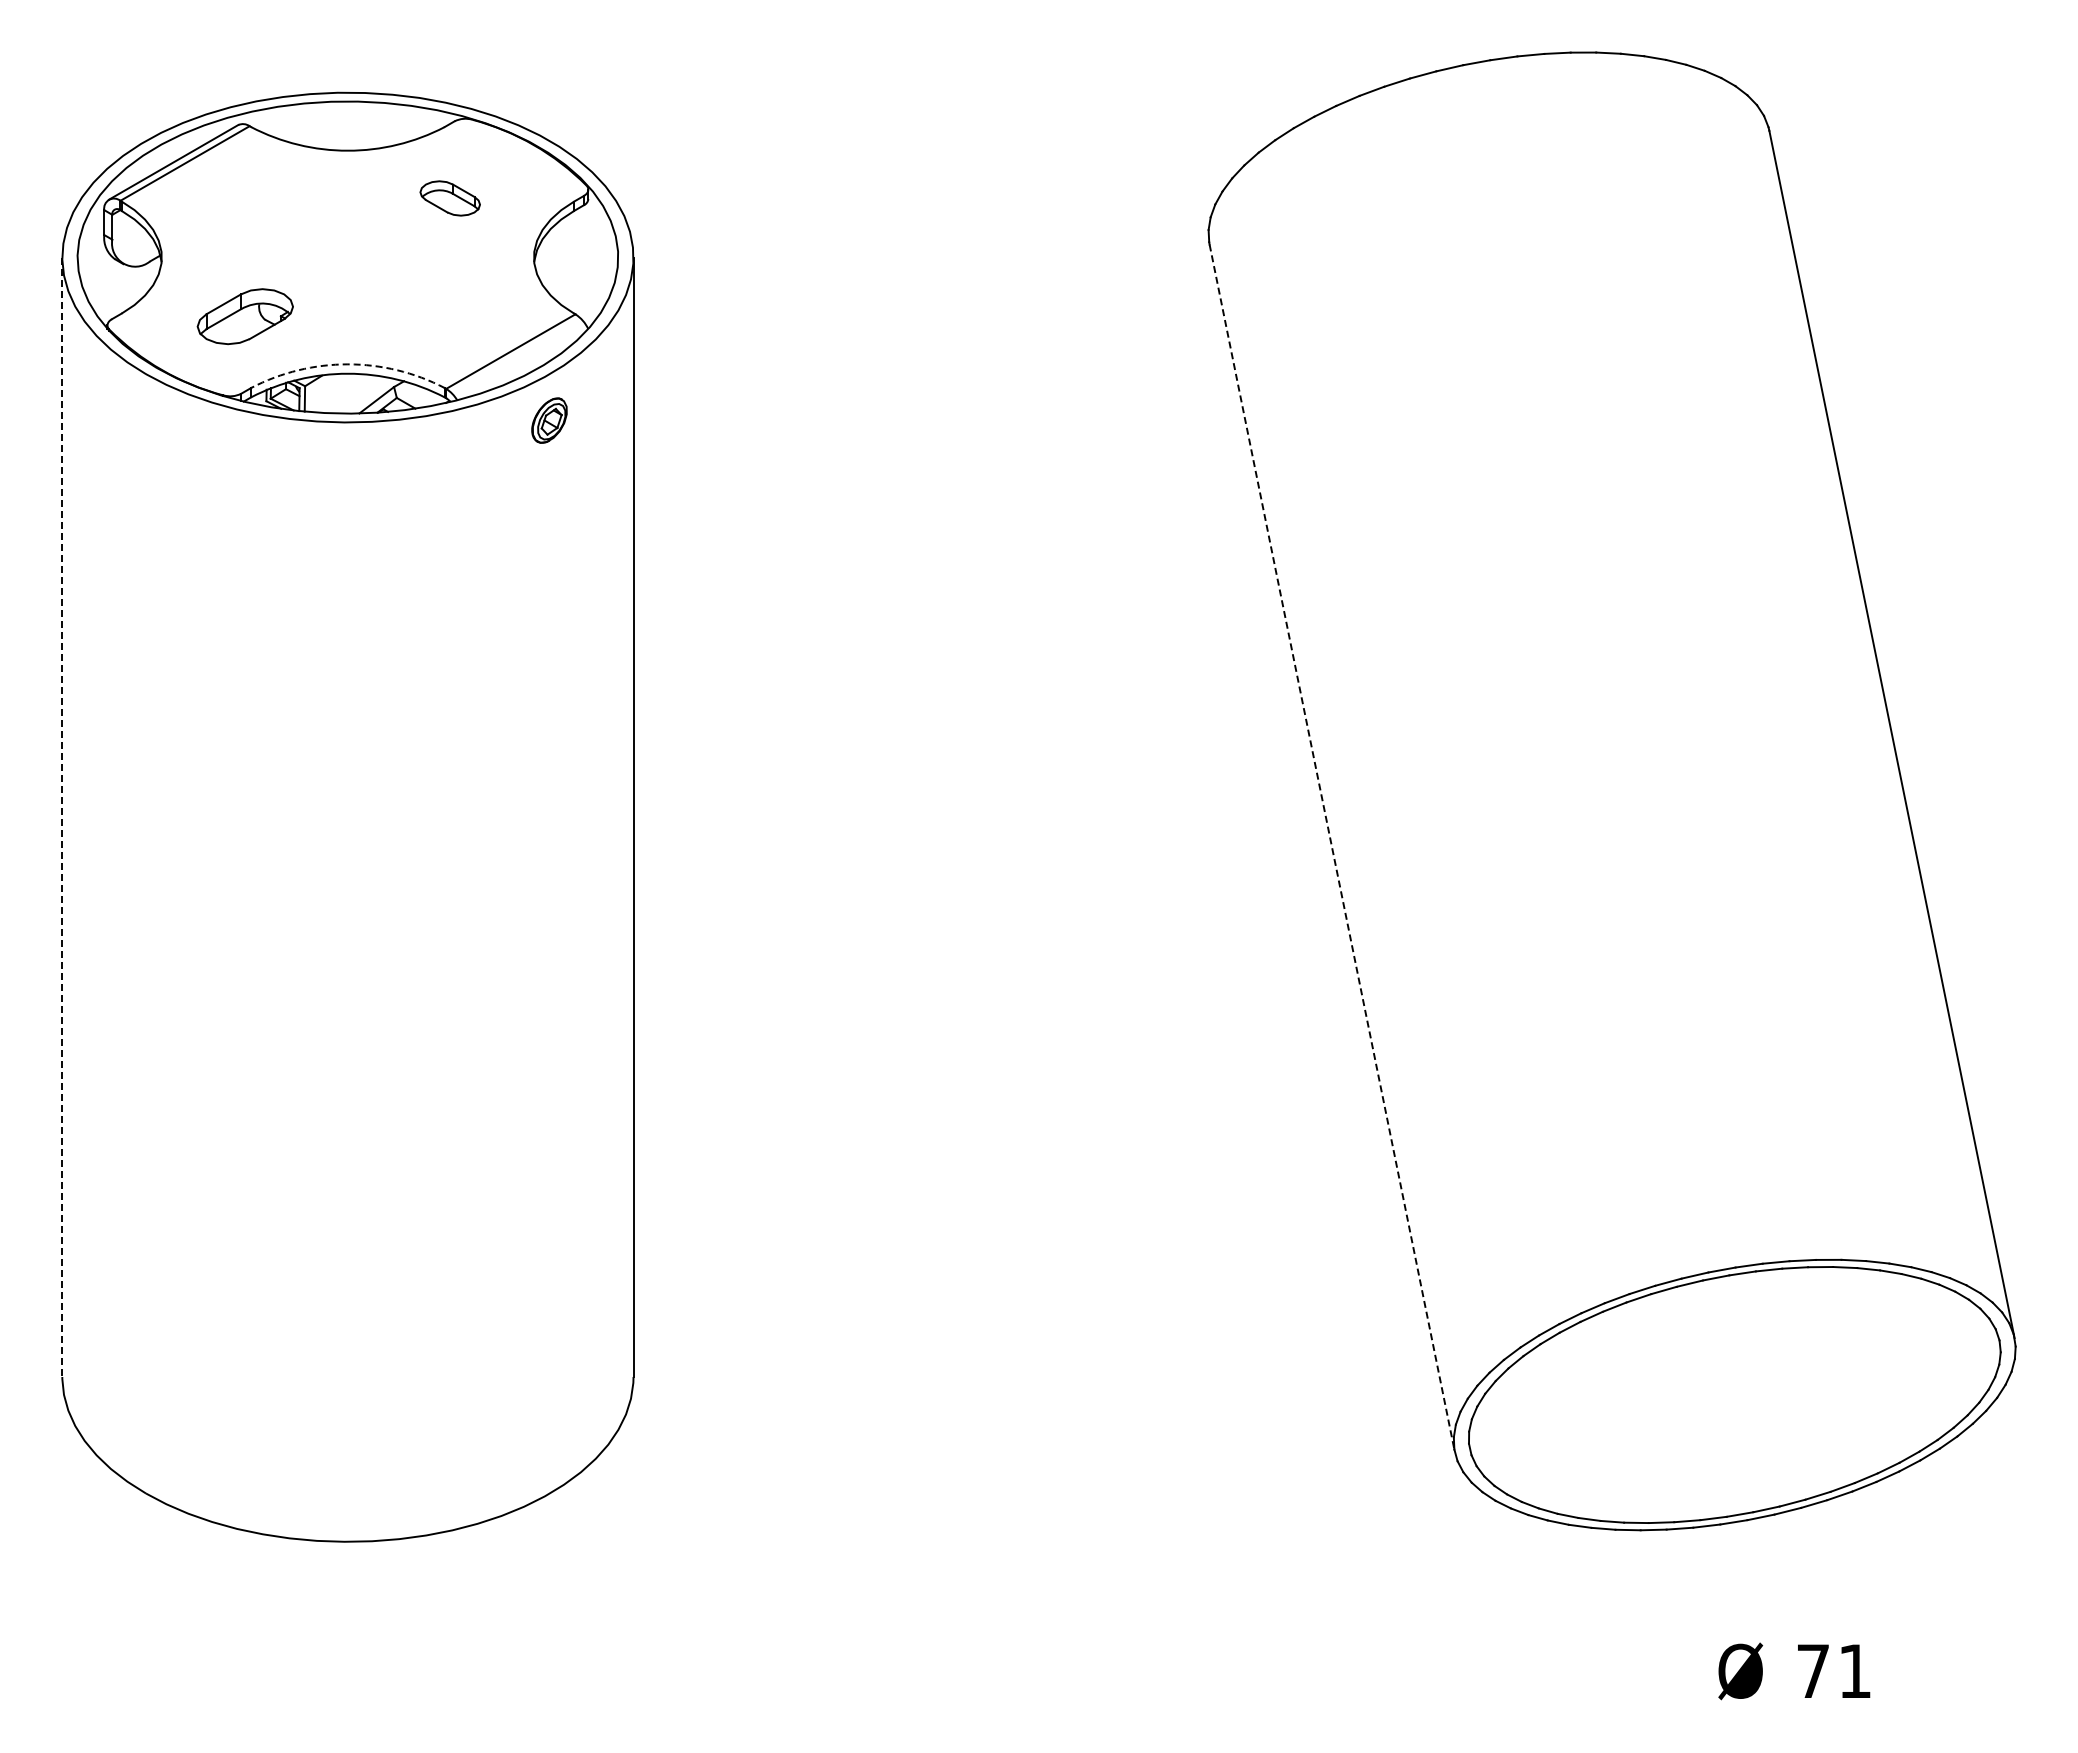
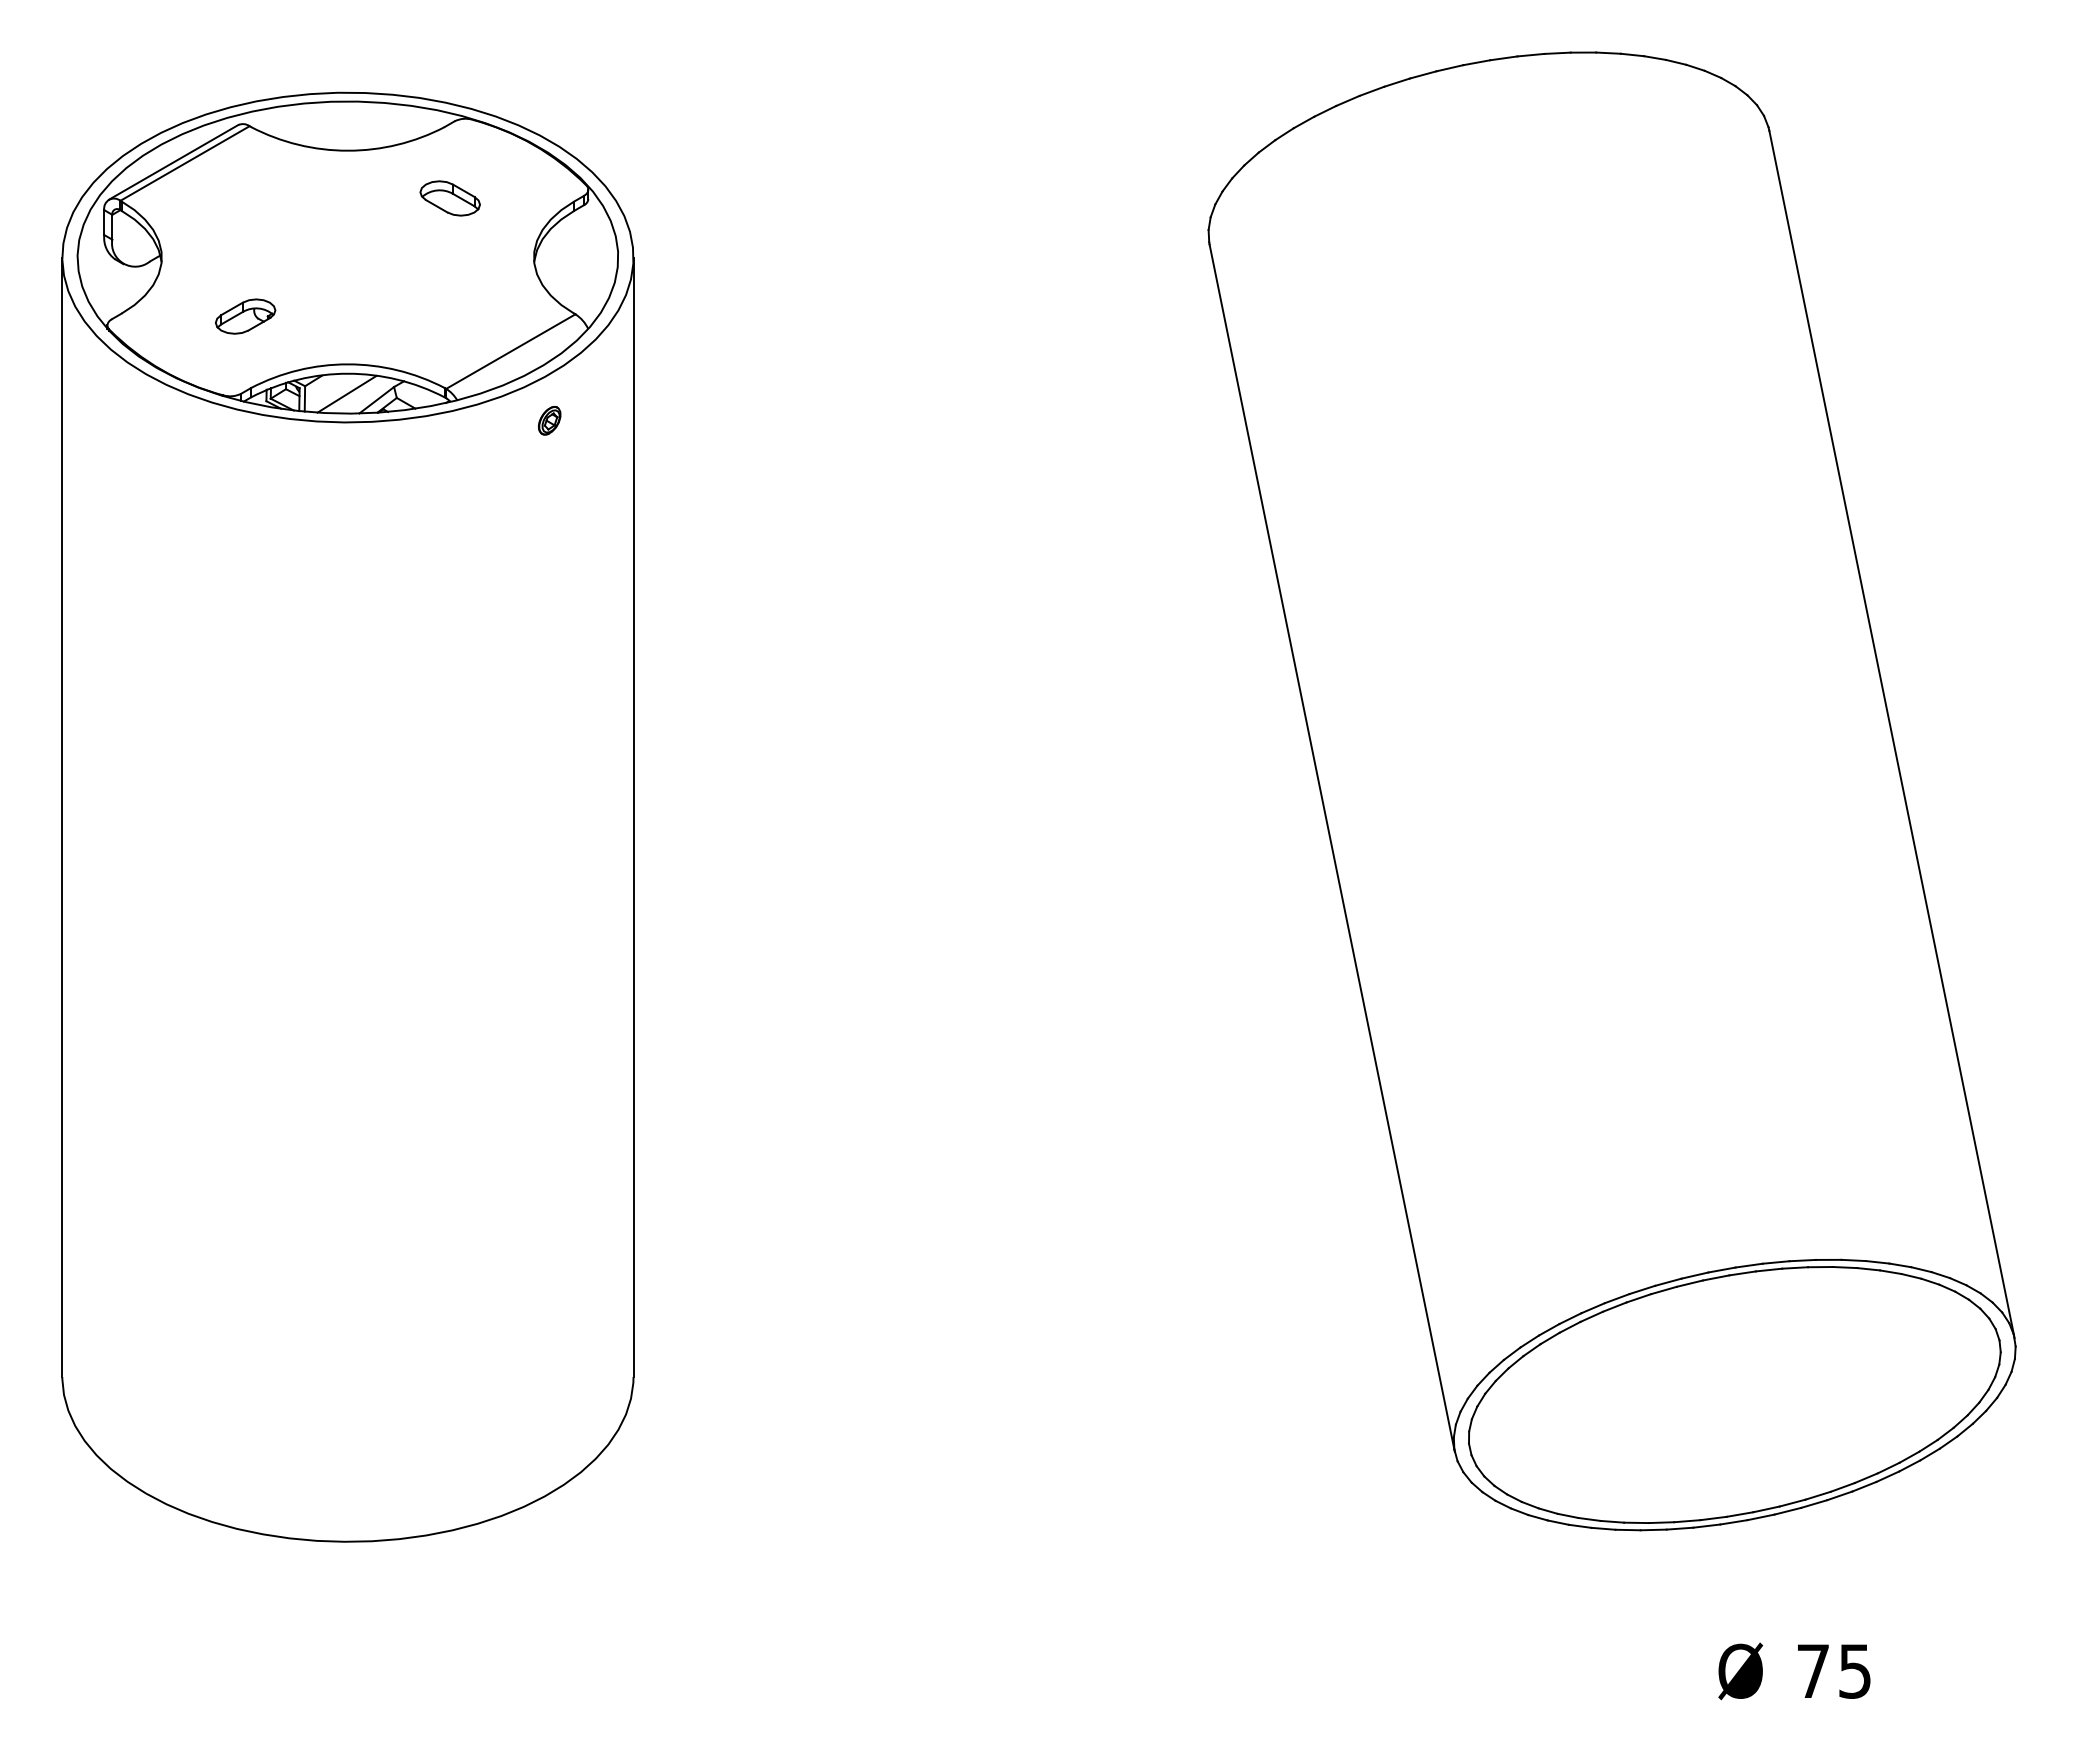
part at (244, 316) size: 98x58 px -> 62x37 px
arc at (347, 364): dashed -> solid
line at (346, 394): none -> present
part at (549, 420) size: 37x47 px -> 24x30 px
line at (62, 817): dashed -> solid
line at (1332, 848): dashed -> solid
text at (1854, 1671): 71 -> 75
